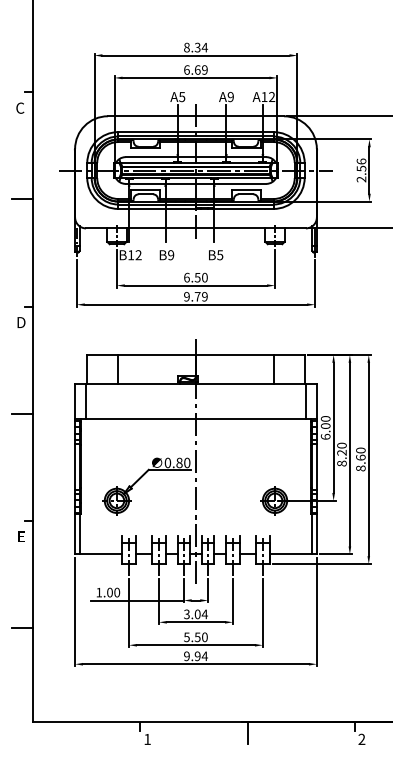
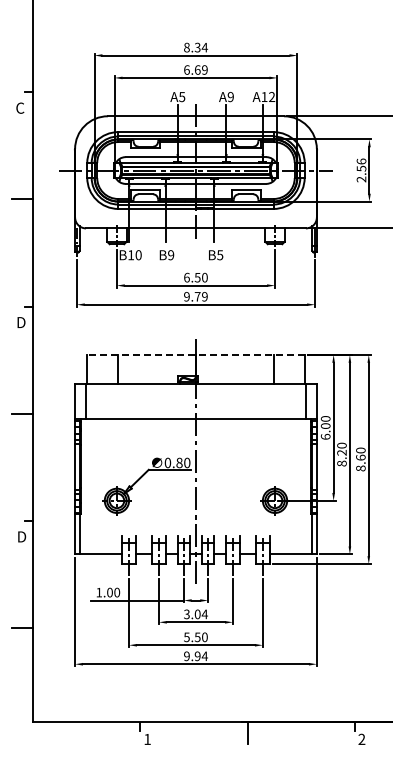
text at (138, 255): B12 -> B10
line at (195, 354): solid -> dashed
text at (22, 536): E -> D
